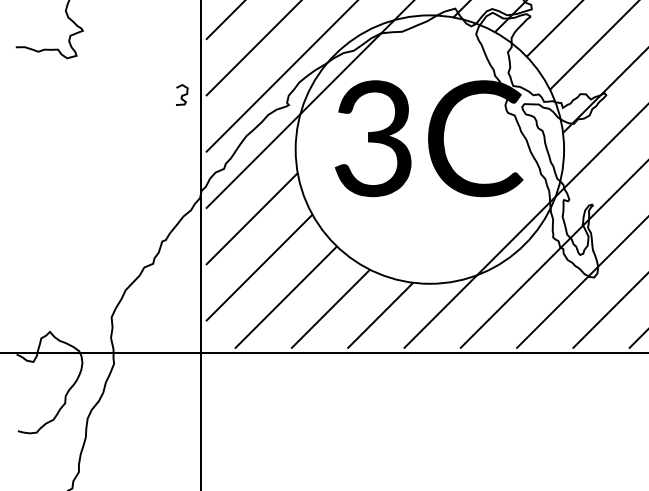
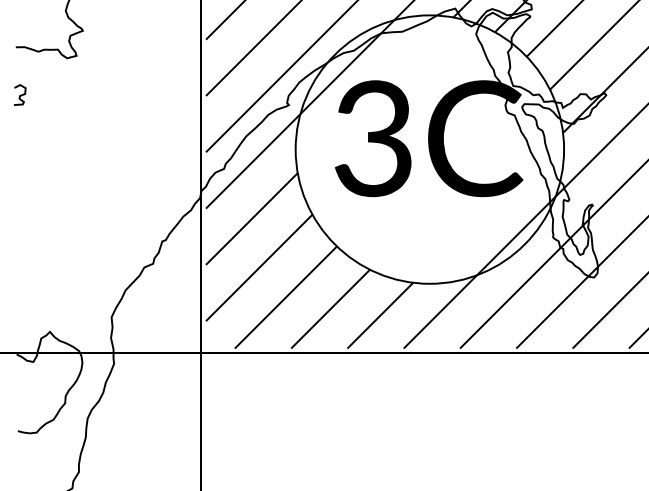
curve at (182, 94) position: (182, 94) -> (20, 94)
